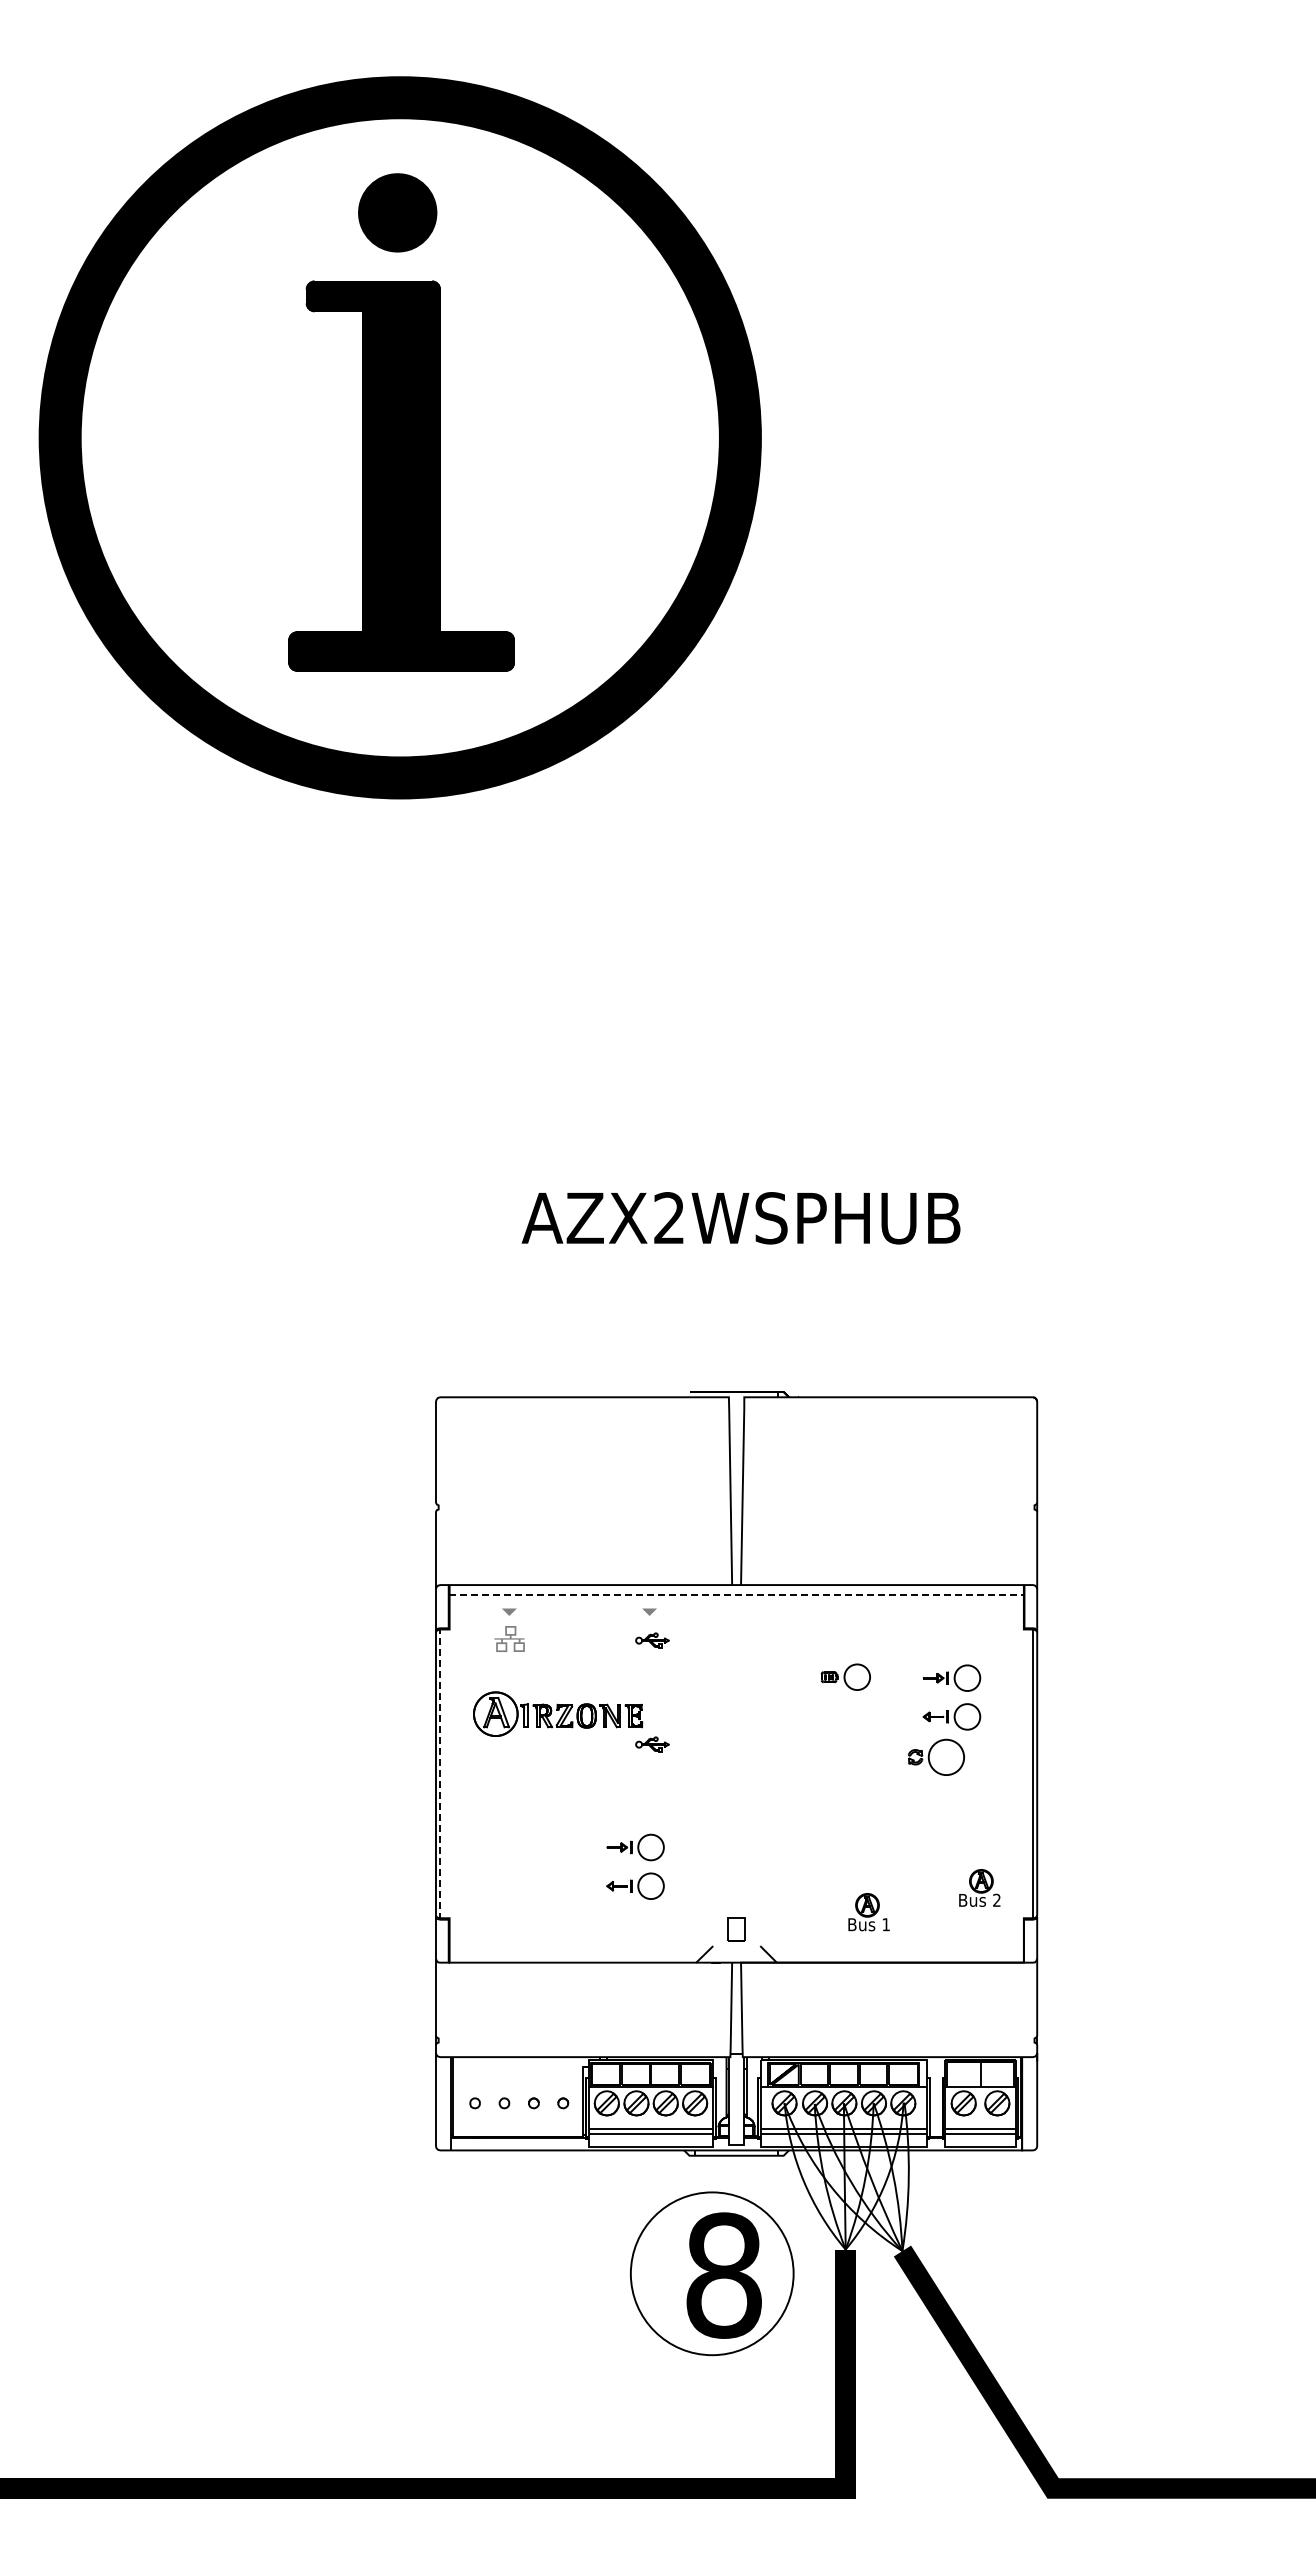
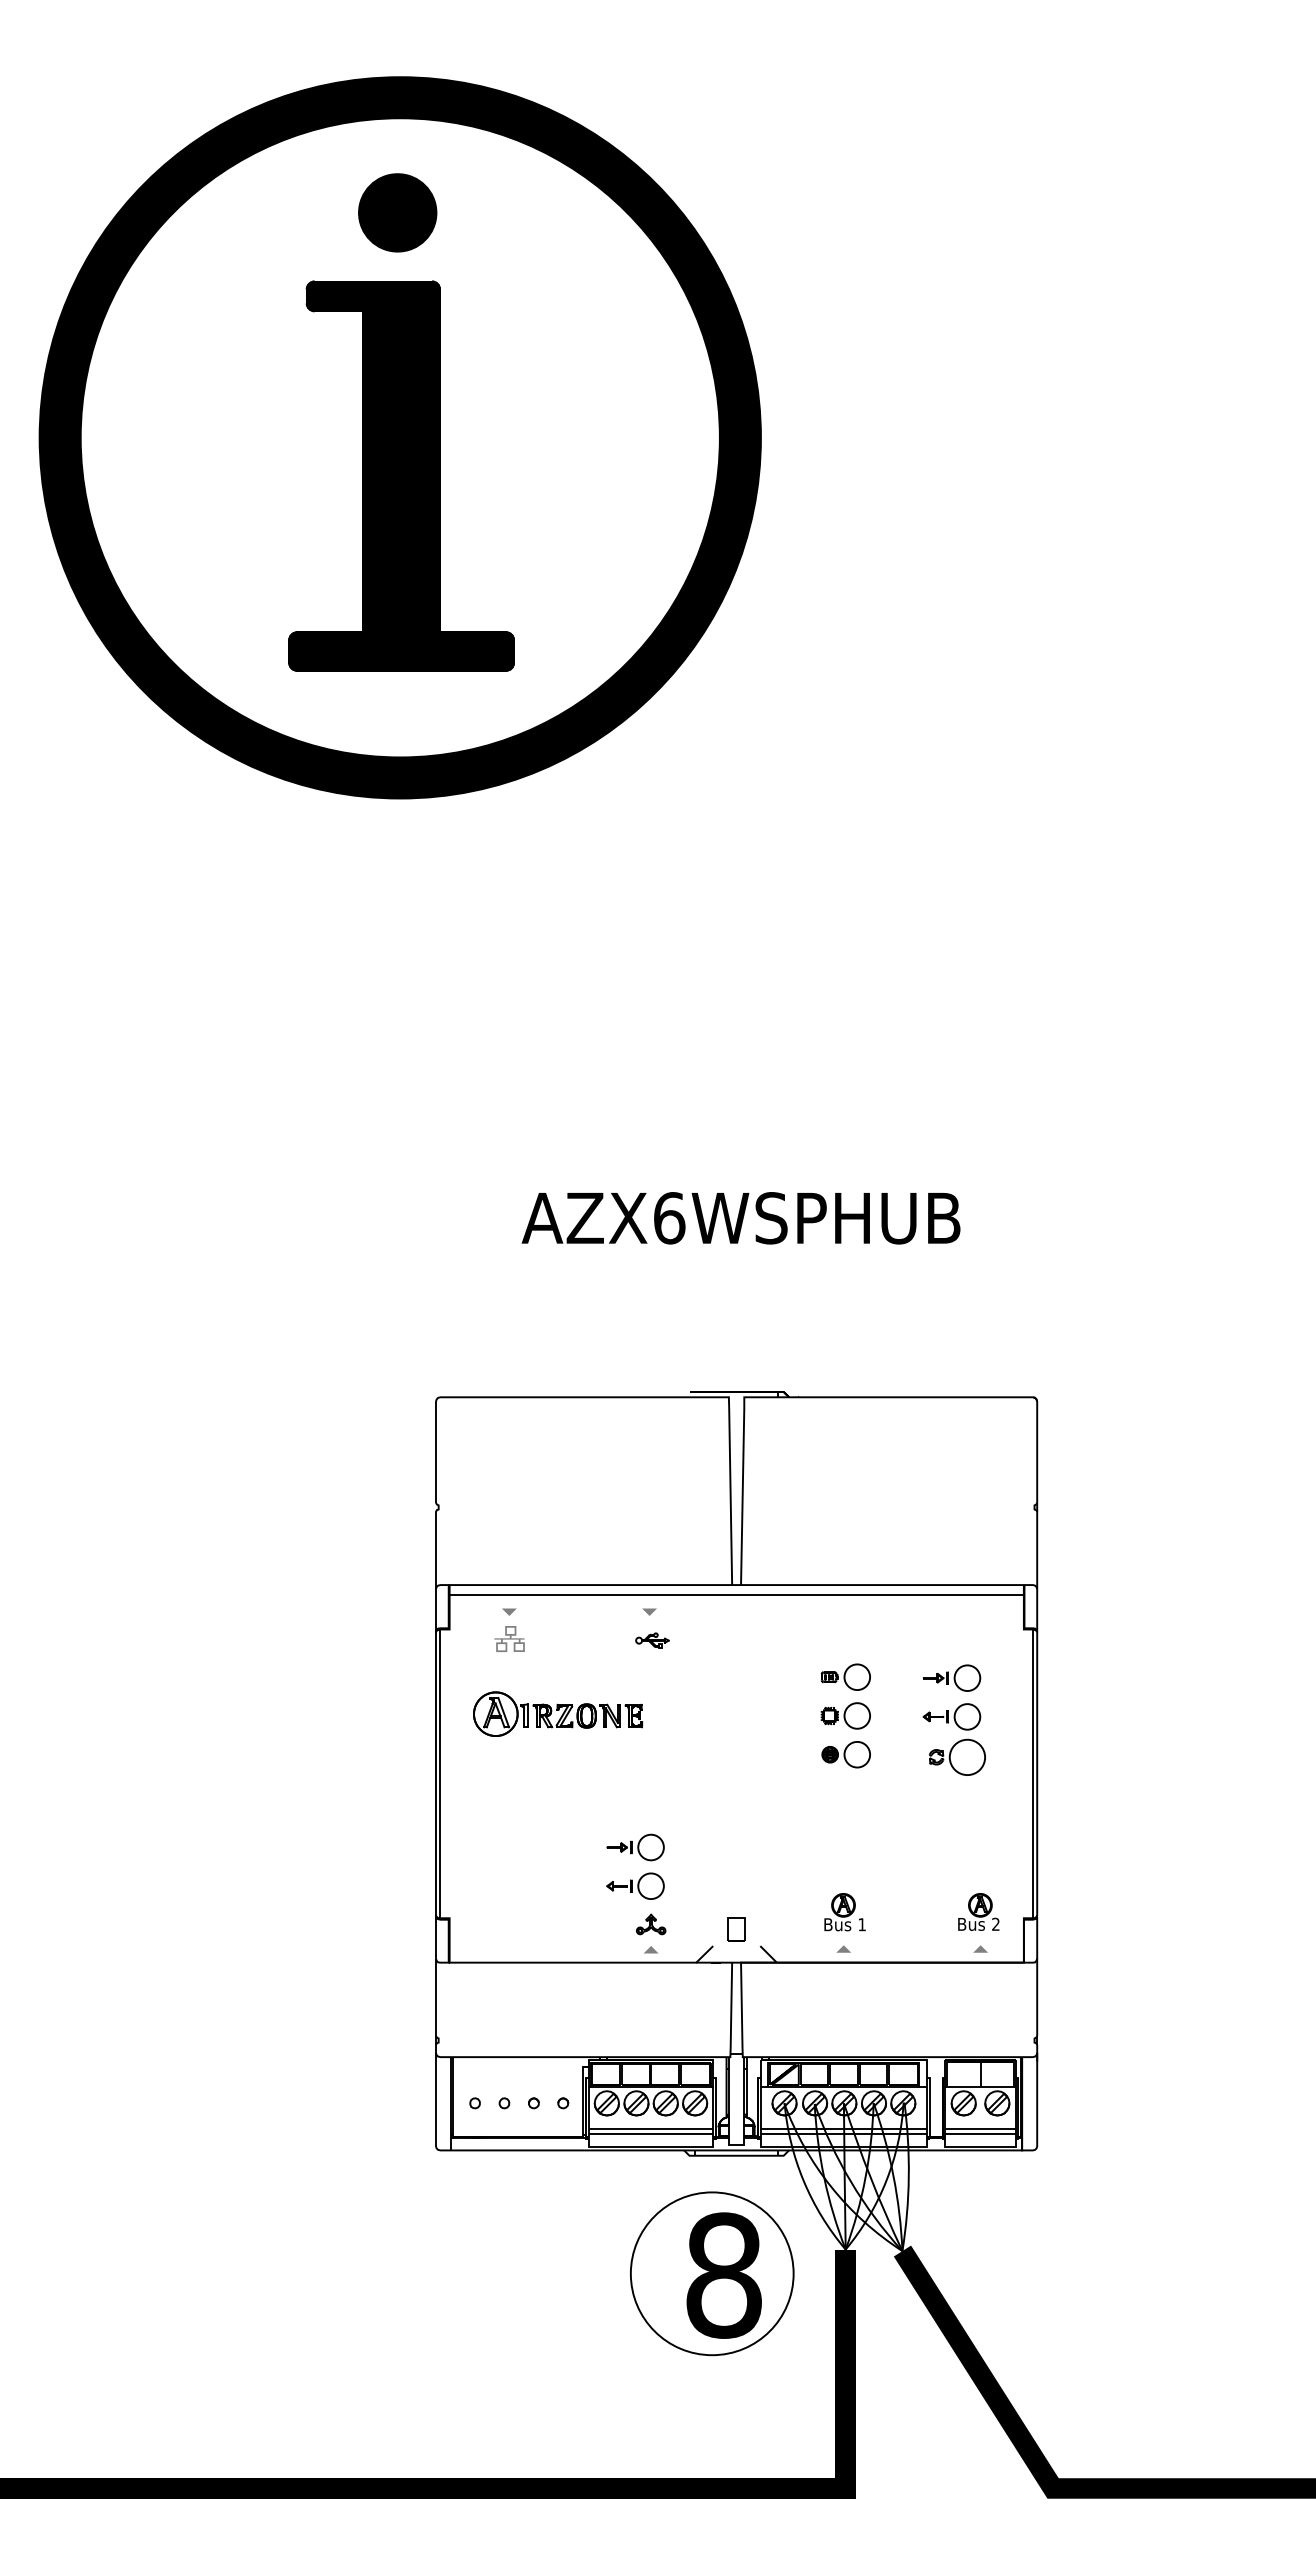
text at (669, 1218): AZX2WSPHUB -> AZX6WSPHUB
line at (736, 1594): dashed -> solid
part at (845, 1715): none -> present
part at (652, 1744): present -> none
part at (845, 1754): none -> present
part at (936, 1756) position: (936, 1756) -> (957, 1756)
line at (440, 1774): dashed -> solid
part at (979, 1887) position: (979, 1887) -> (978, 1911)
part at (868, 1912) position: (868, 1912) -> (844, 1912)
part at (651, 1924): none -> present
fill at (843, 1948): none -> present
fill at (980, 1948): none -> present
fill at (650, 1949): none -> present
